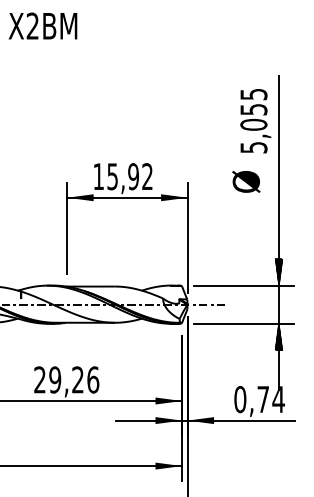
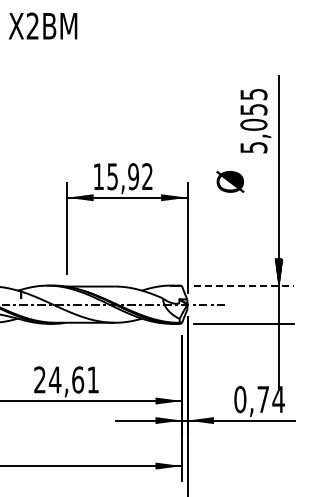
text at (246, 181) position: (246, 181) -> (230, 181)
line at (244, 285): solid -> dashed
hatch at (278, 336): present -> none
text at (73, 379): 29,26 -> 24,61
